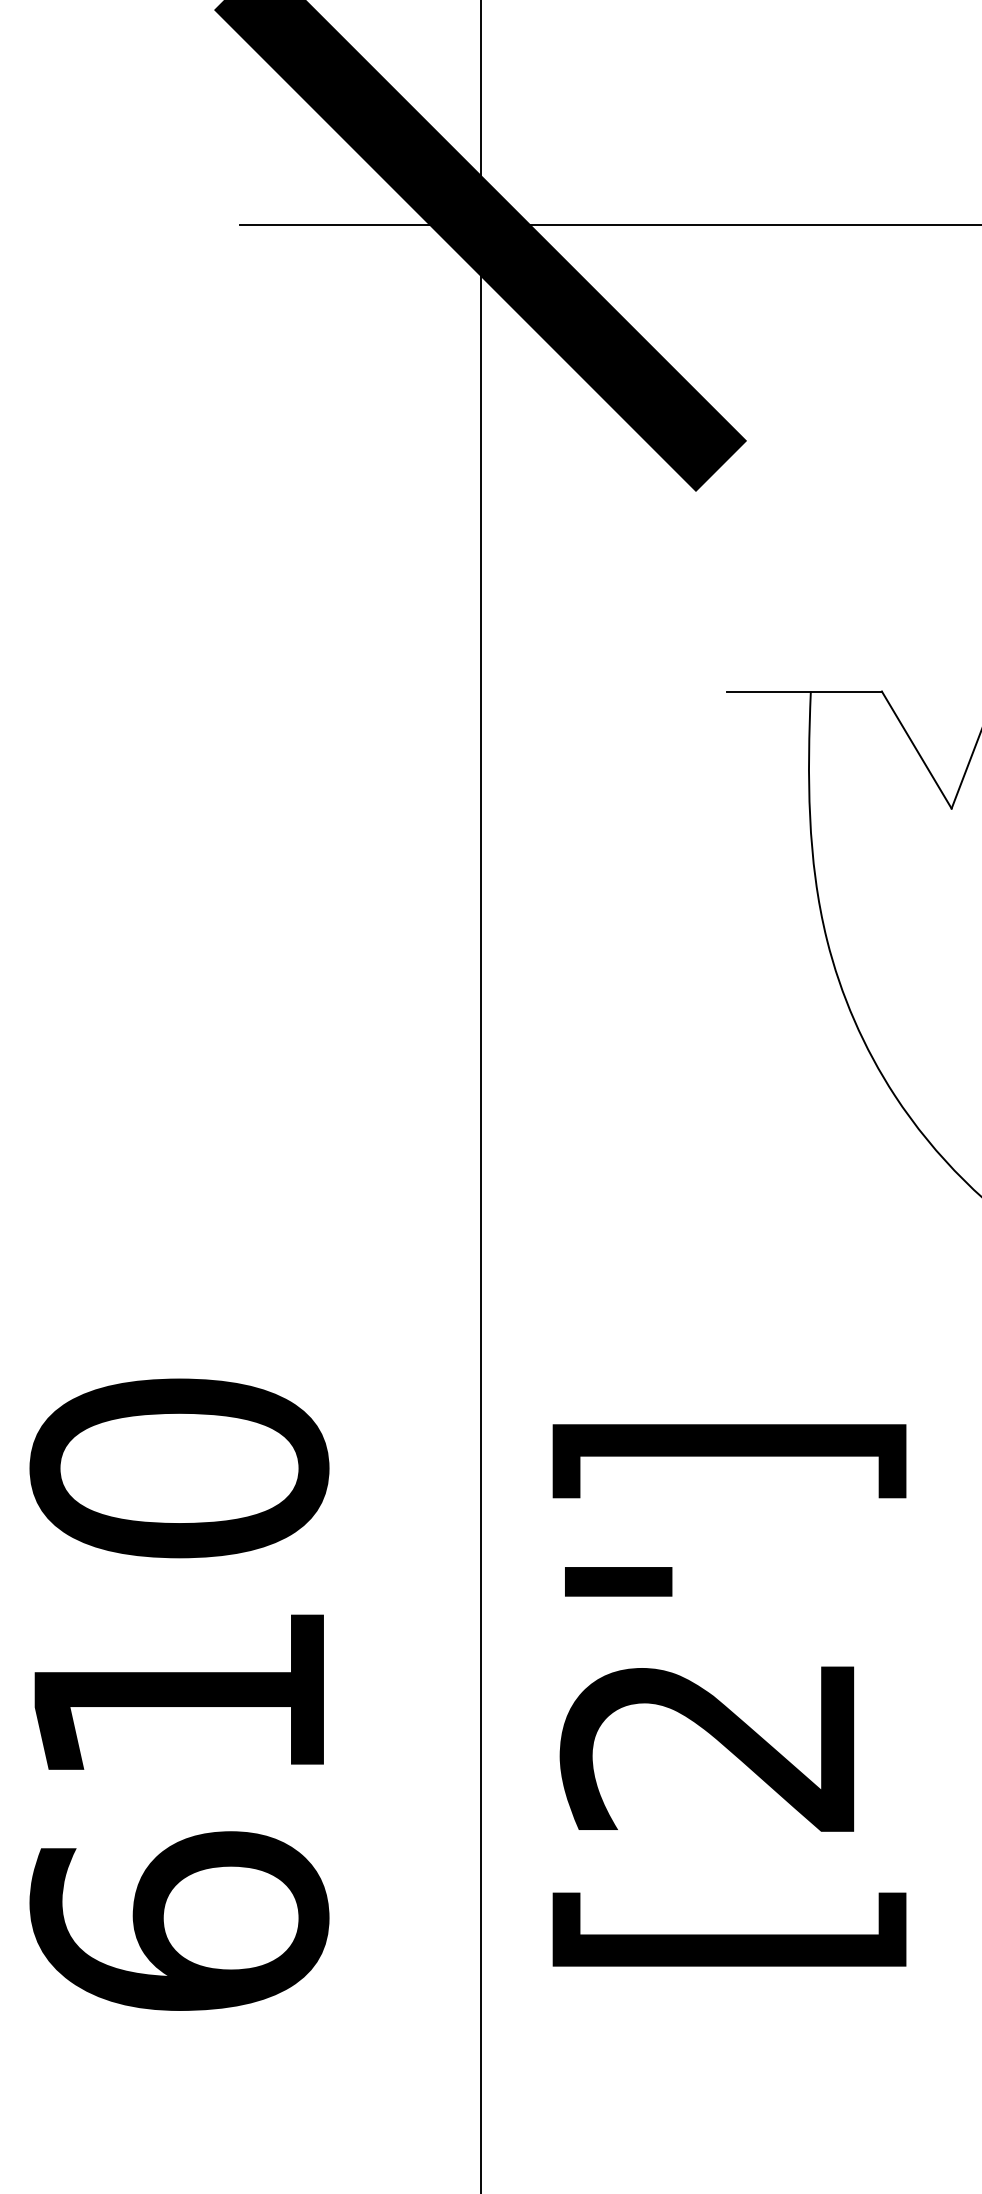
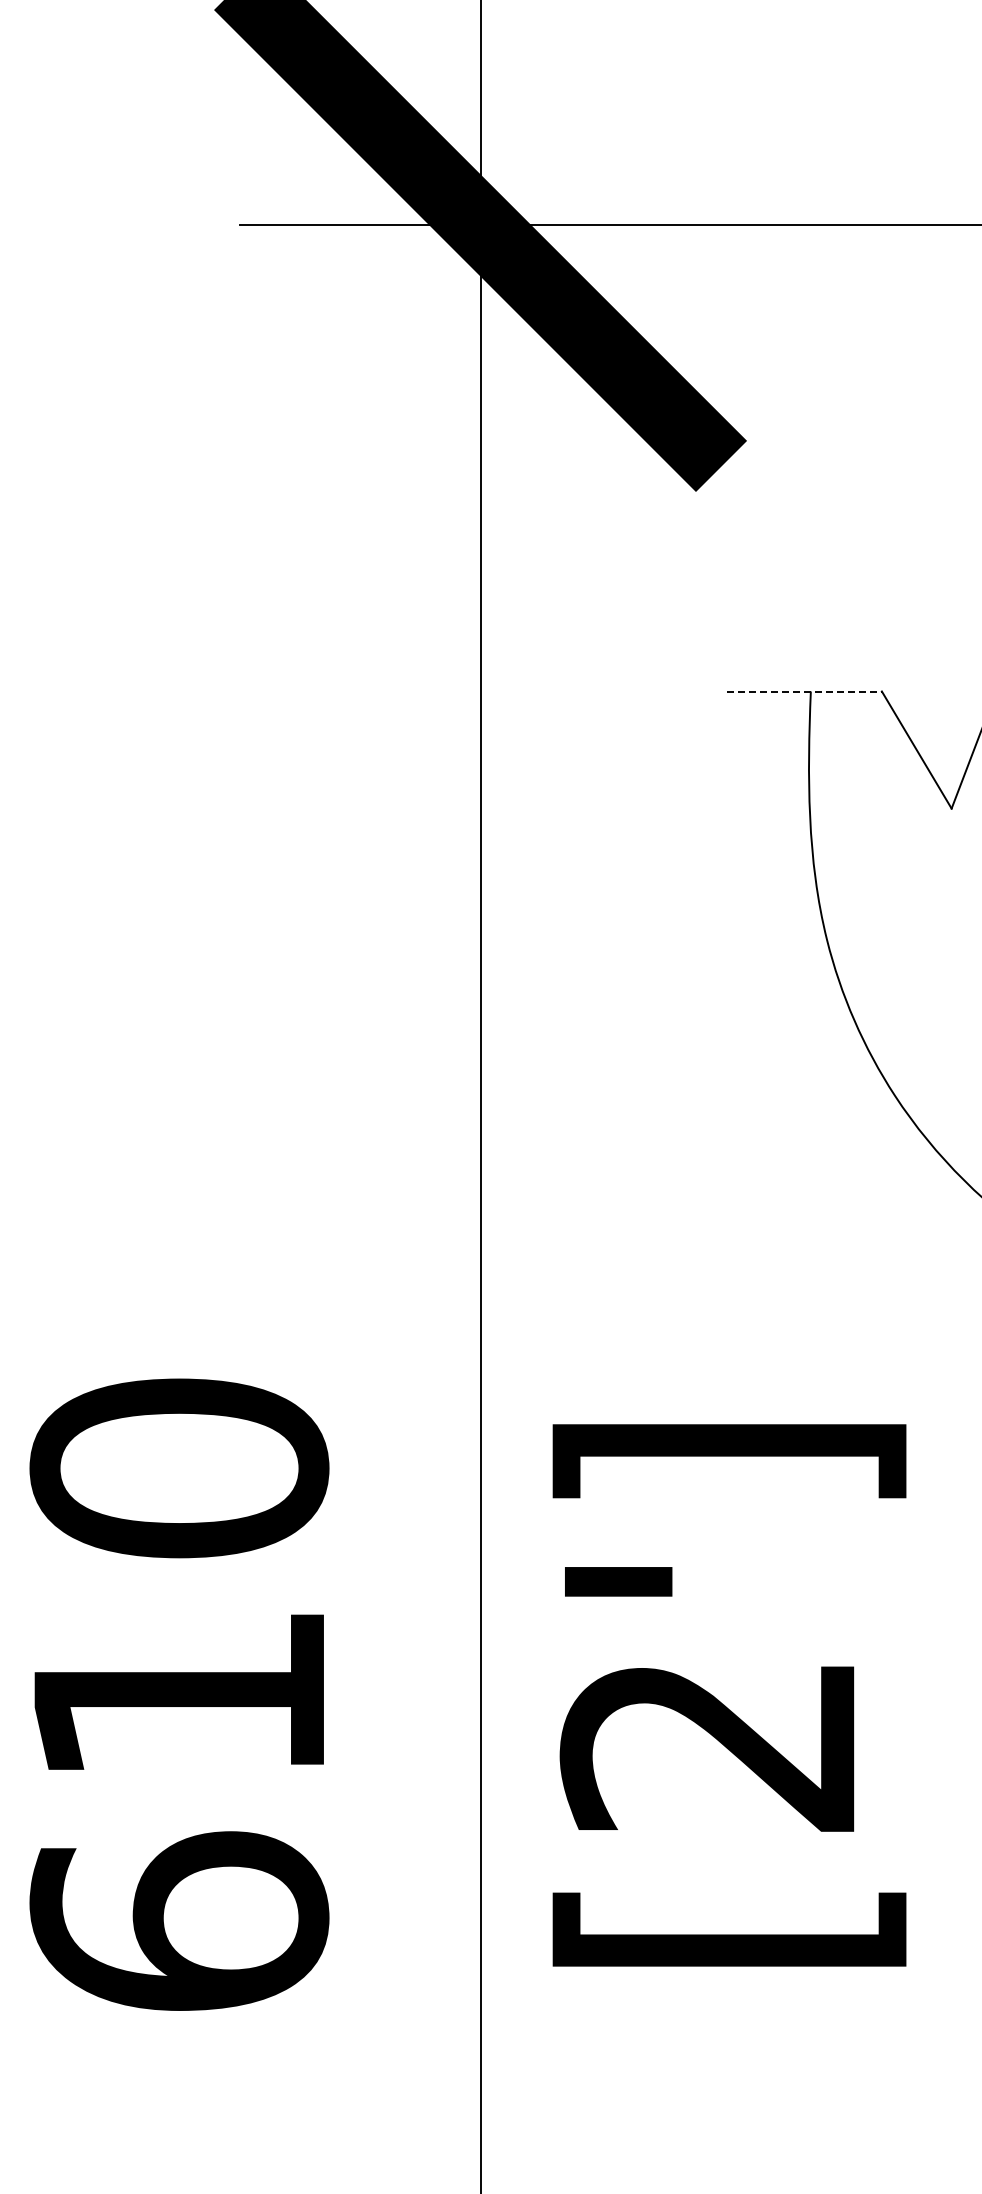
line at (804, 691): solid -> dashed
